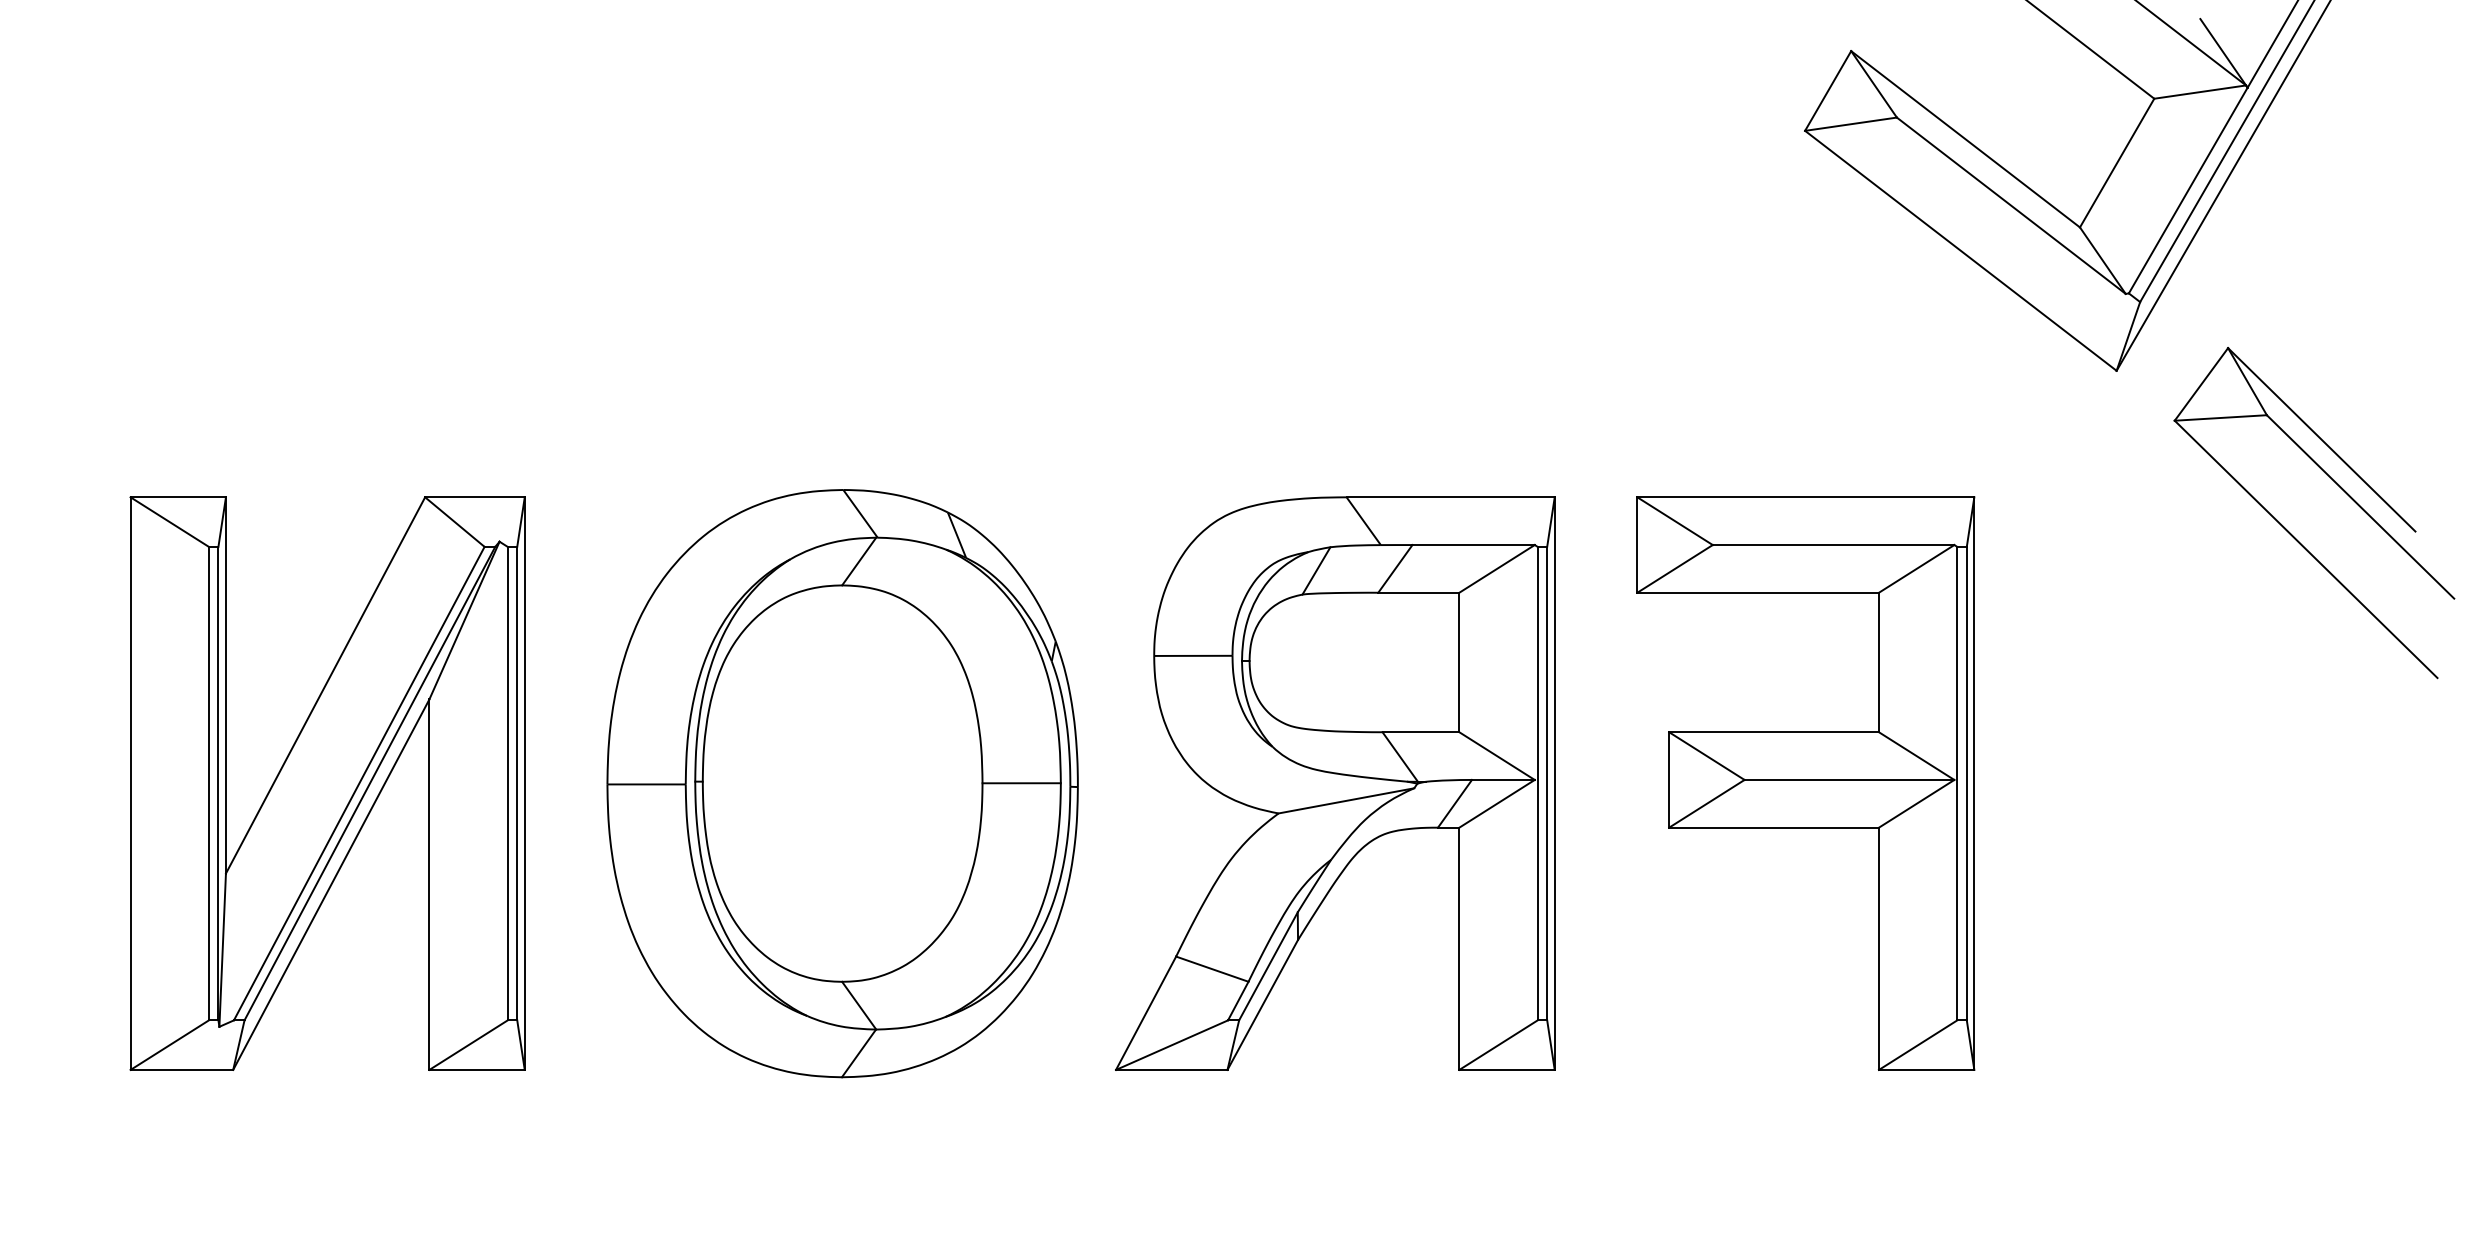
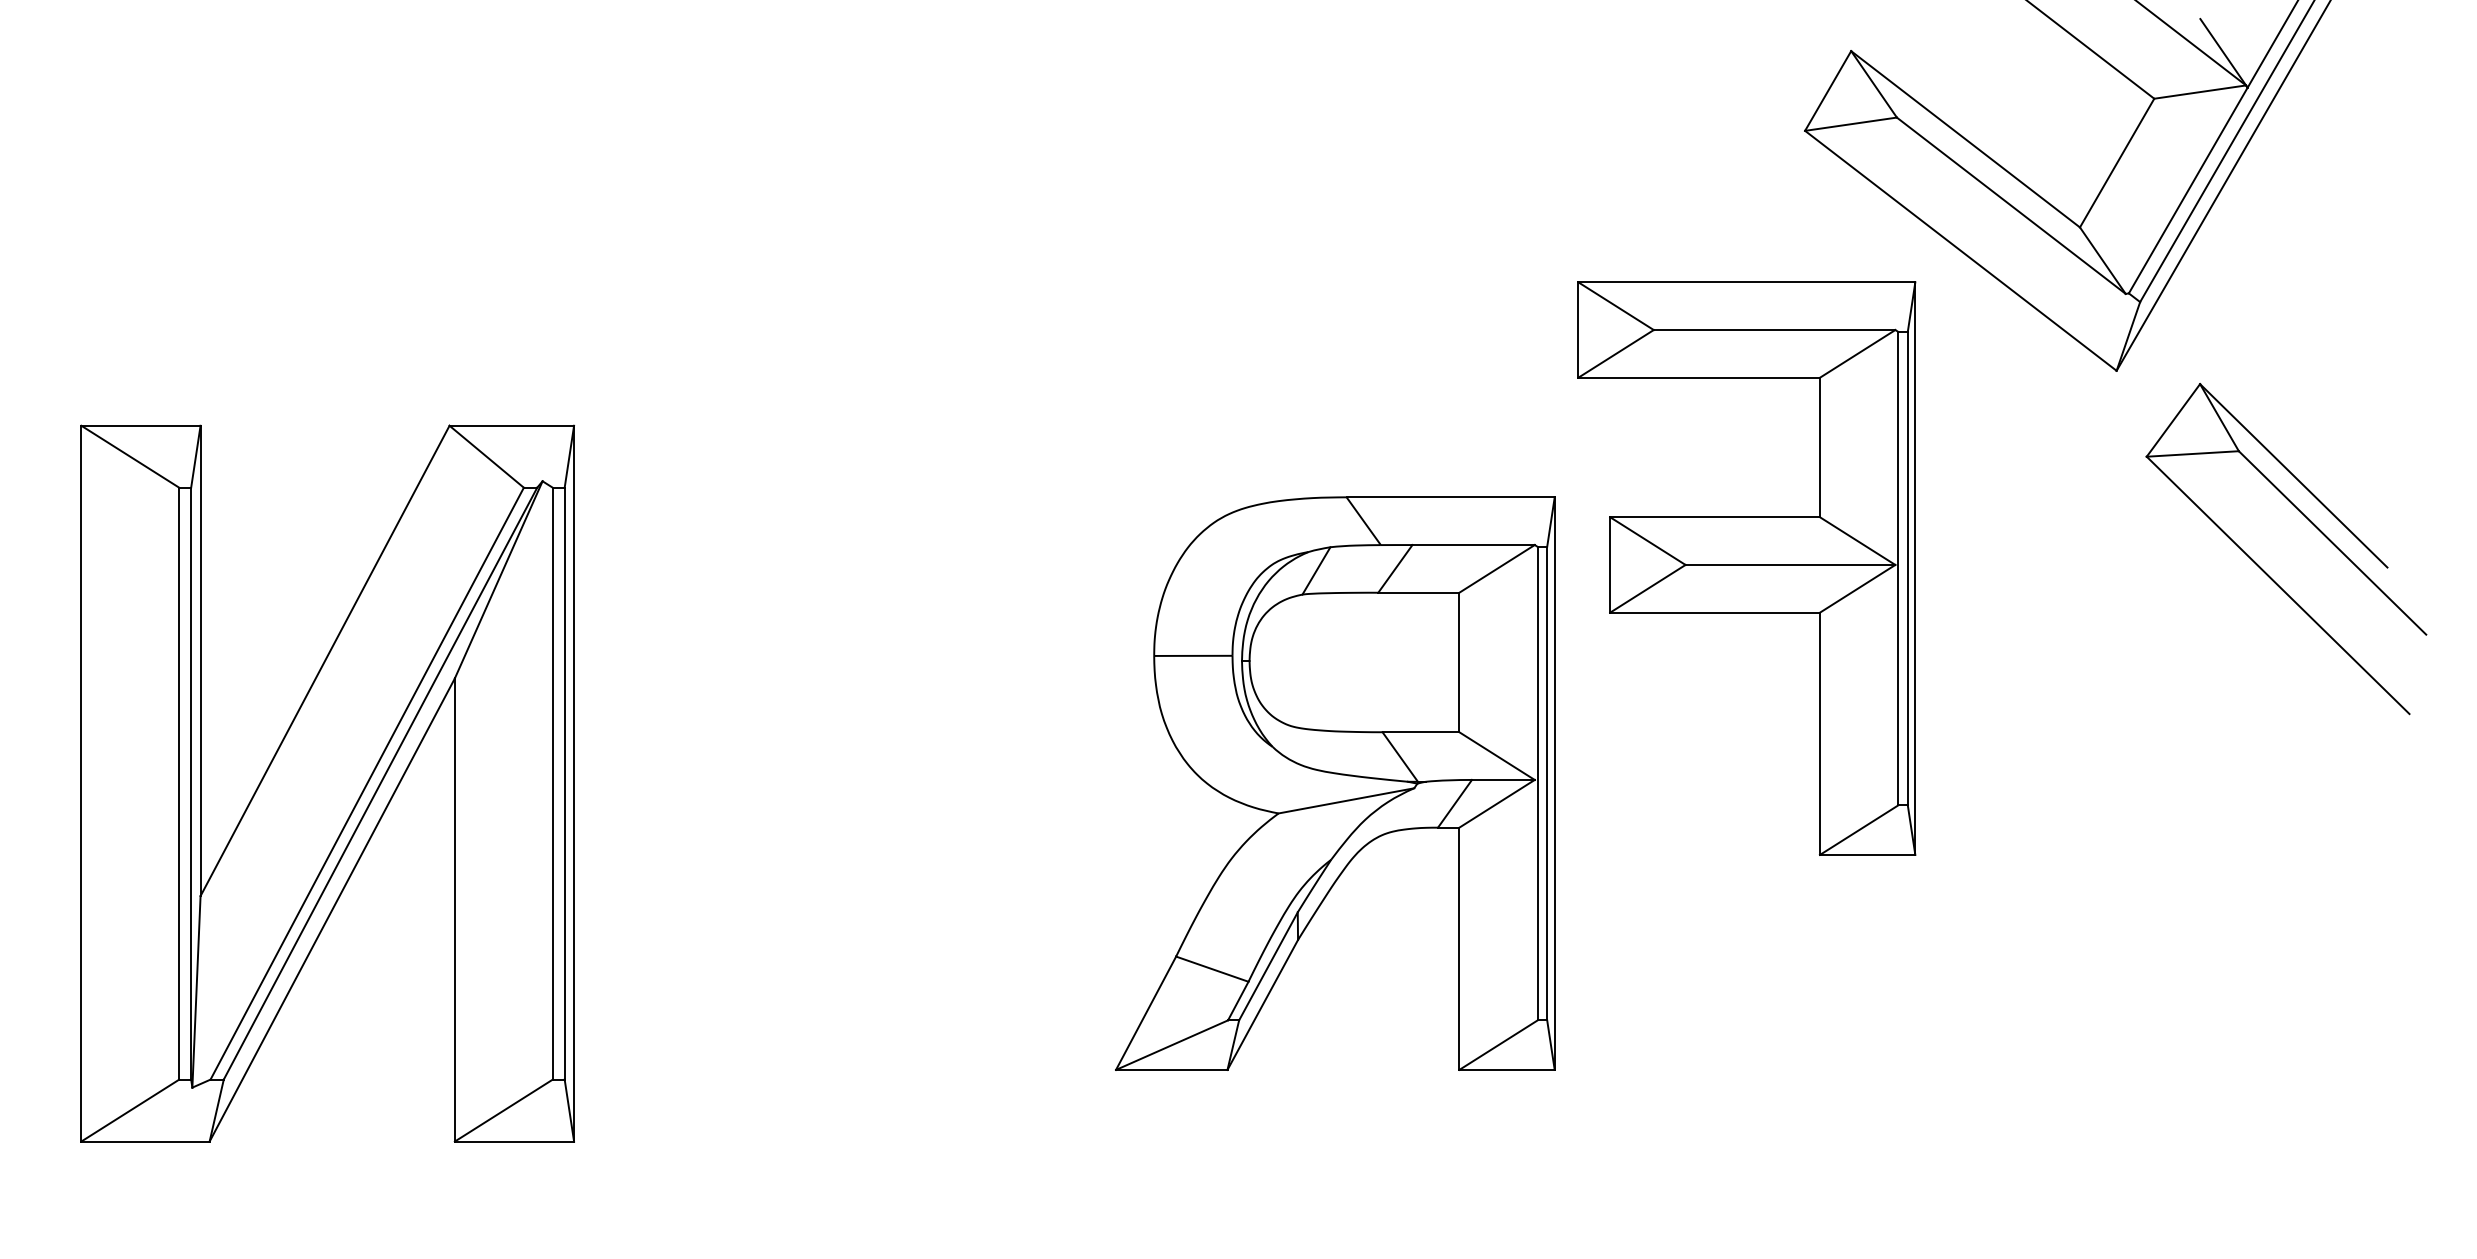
part at (2292, 534) position: (2292, 534) -> (2264, 570)
part at (327, 783) size: 397x575 px -> 495x719 px
part at (842, 783): present -> none
part at (1805, 783) position: (1805, 783) -> (1746, 568)
